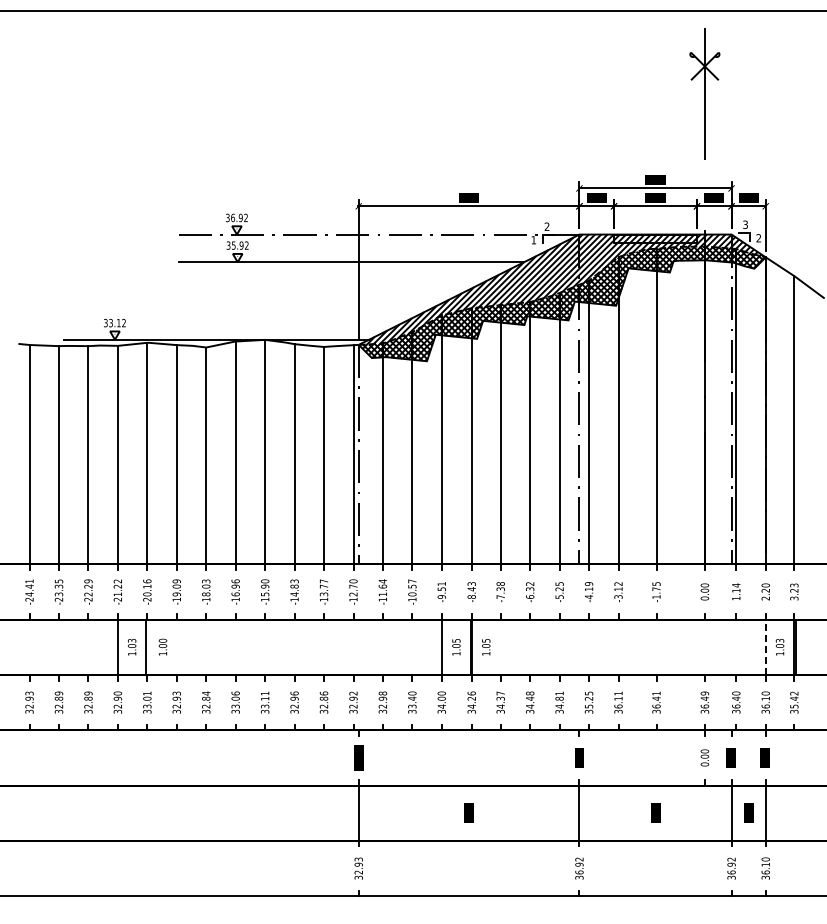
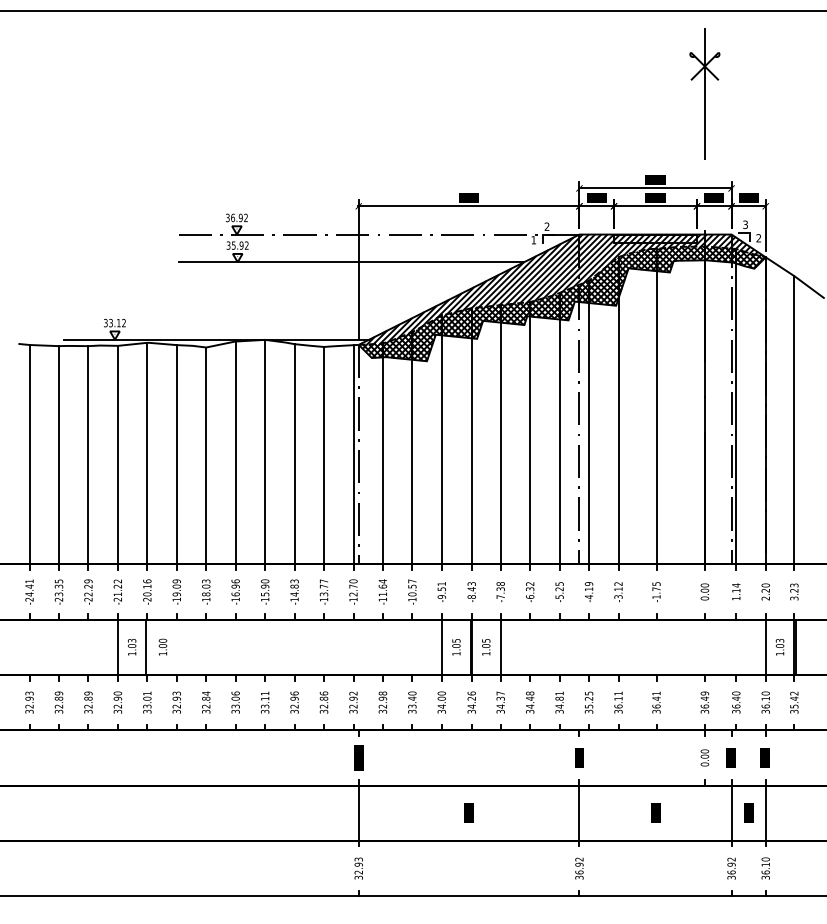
line at (500, 646): none -> present
line at (765, 647): dashed -> solid
